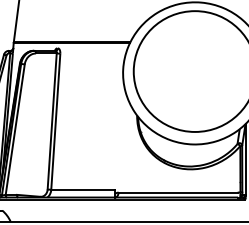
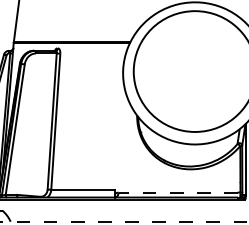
line at (178, 192): solid -> dashed
line at (124, 221): solid -> dashed
